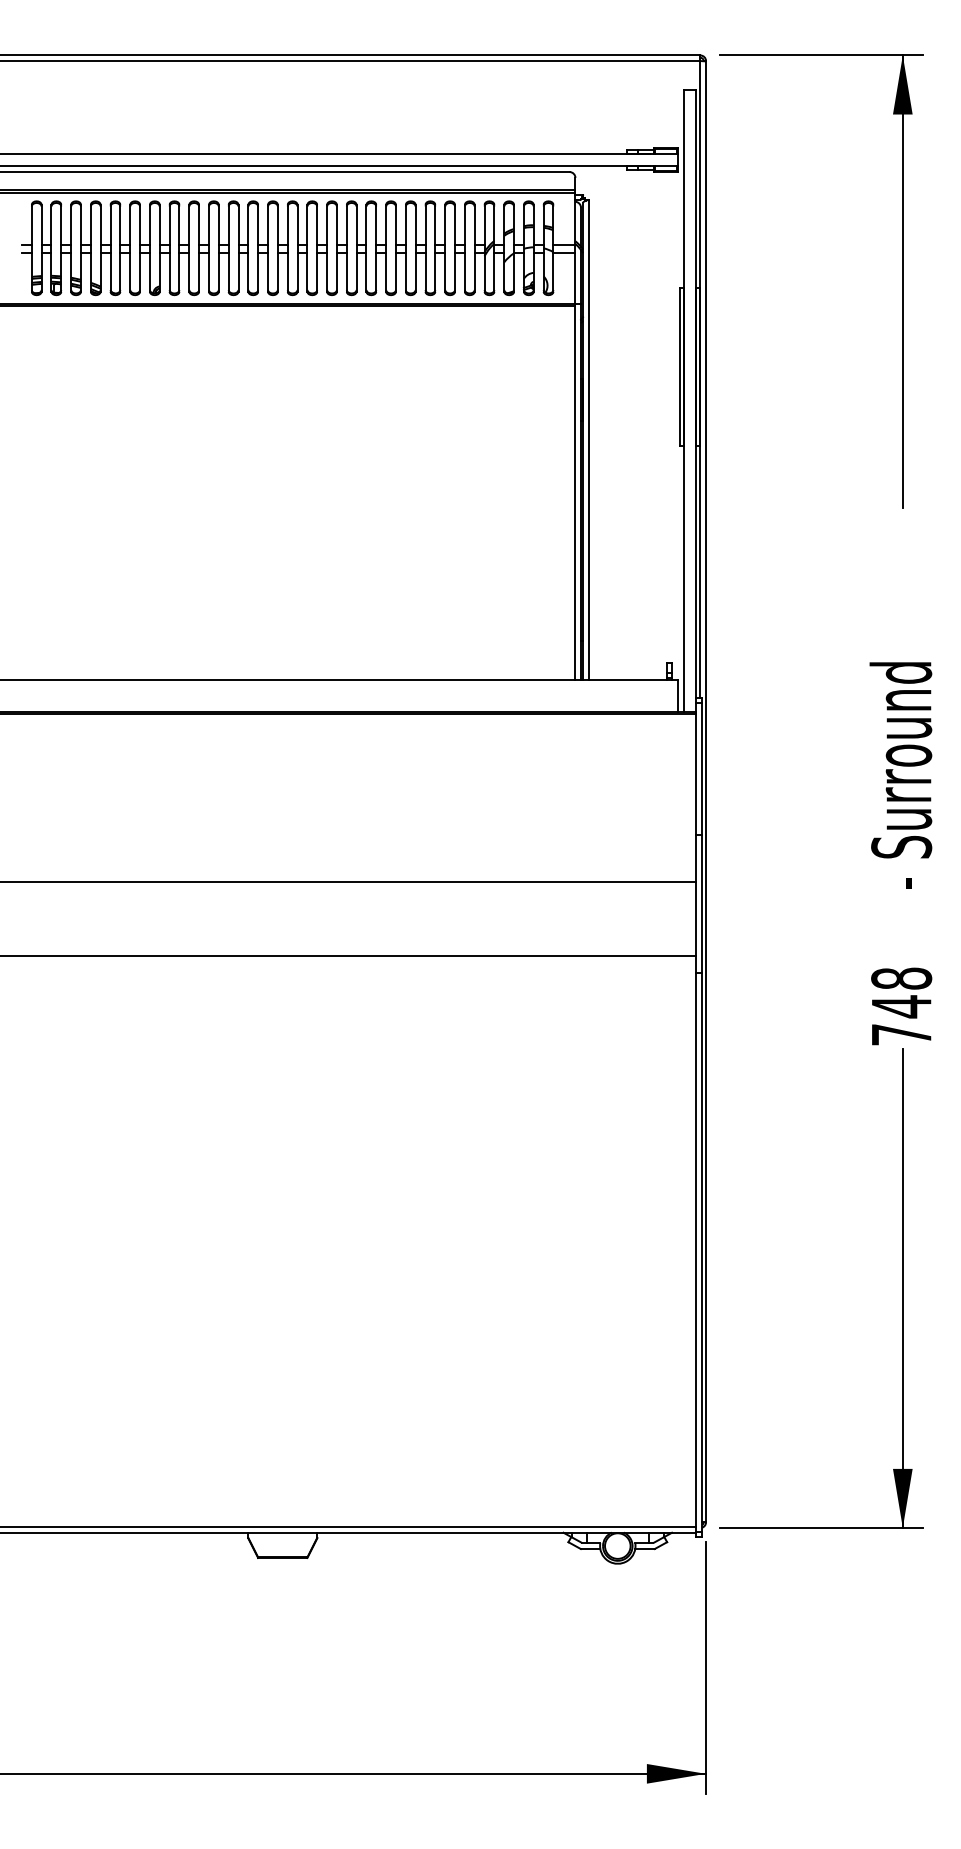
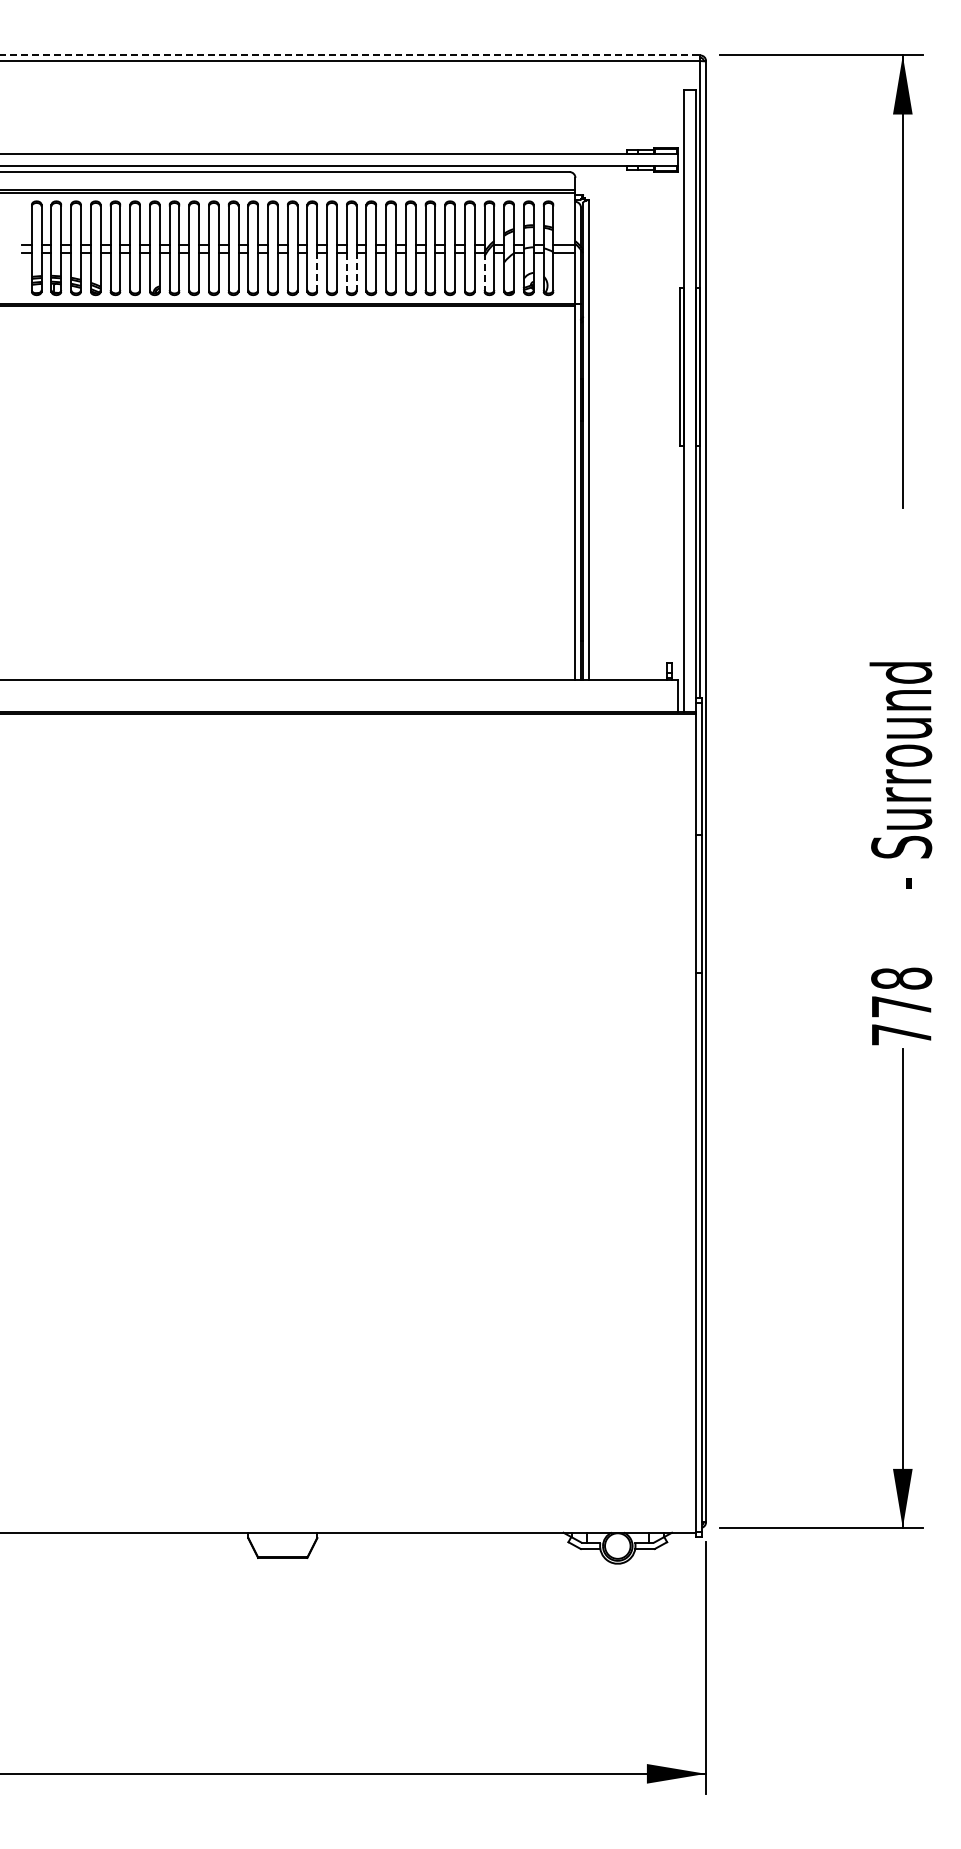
line at (350, 55): solid -> dashed
line at (317, 271): solid -> dashed
line at (356, 271): solid -> dashed
line at (346, 272): solid -> dashed
line at (484, 272): solid -> dashed
line at (349, 881): present -> none
line at (349, 956): present -> none
text at (901, 1006): 748 -> 778
line at (349, 1527): present -> none
